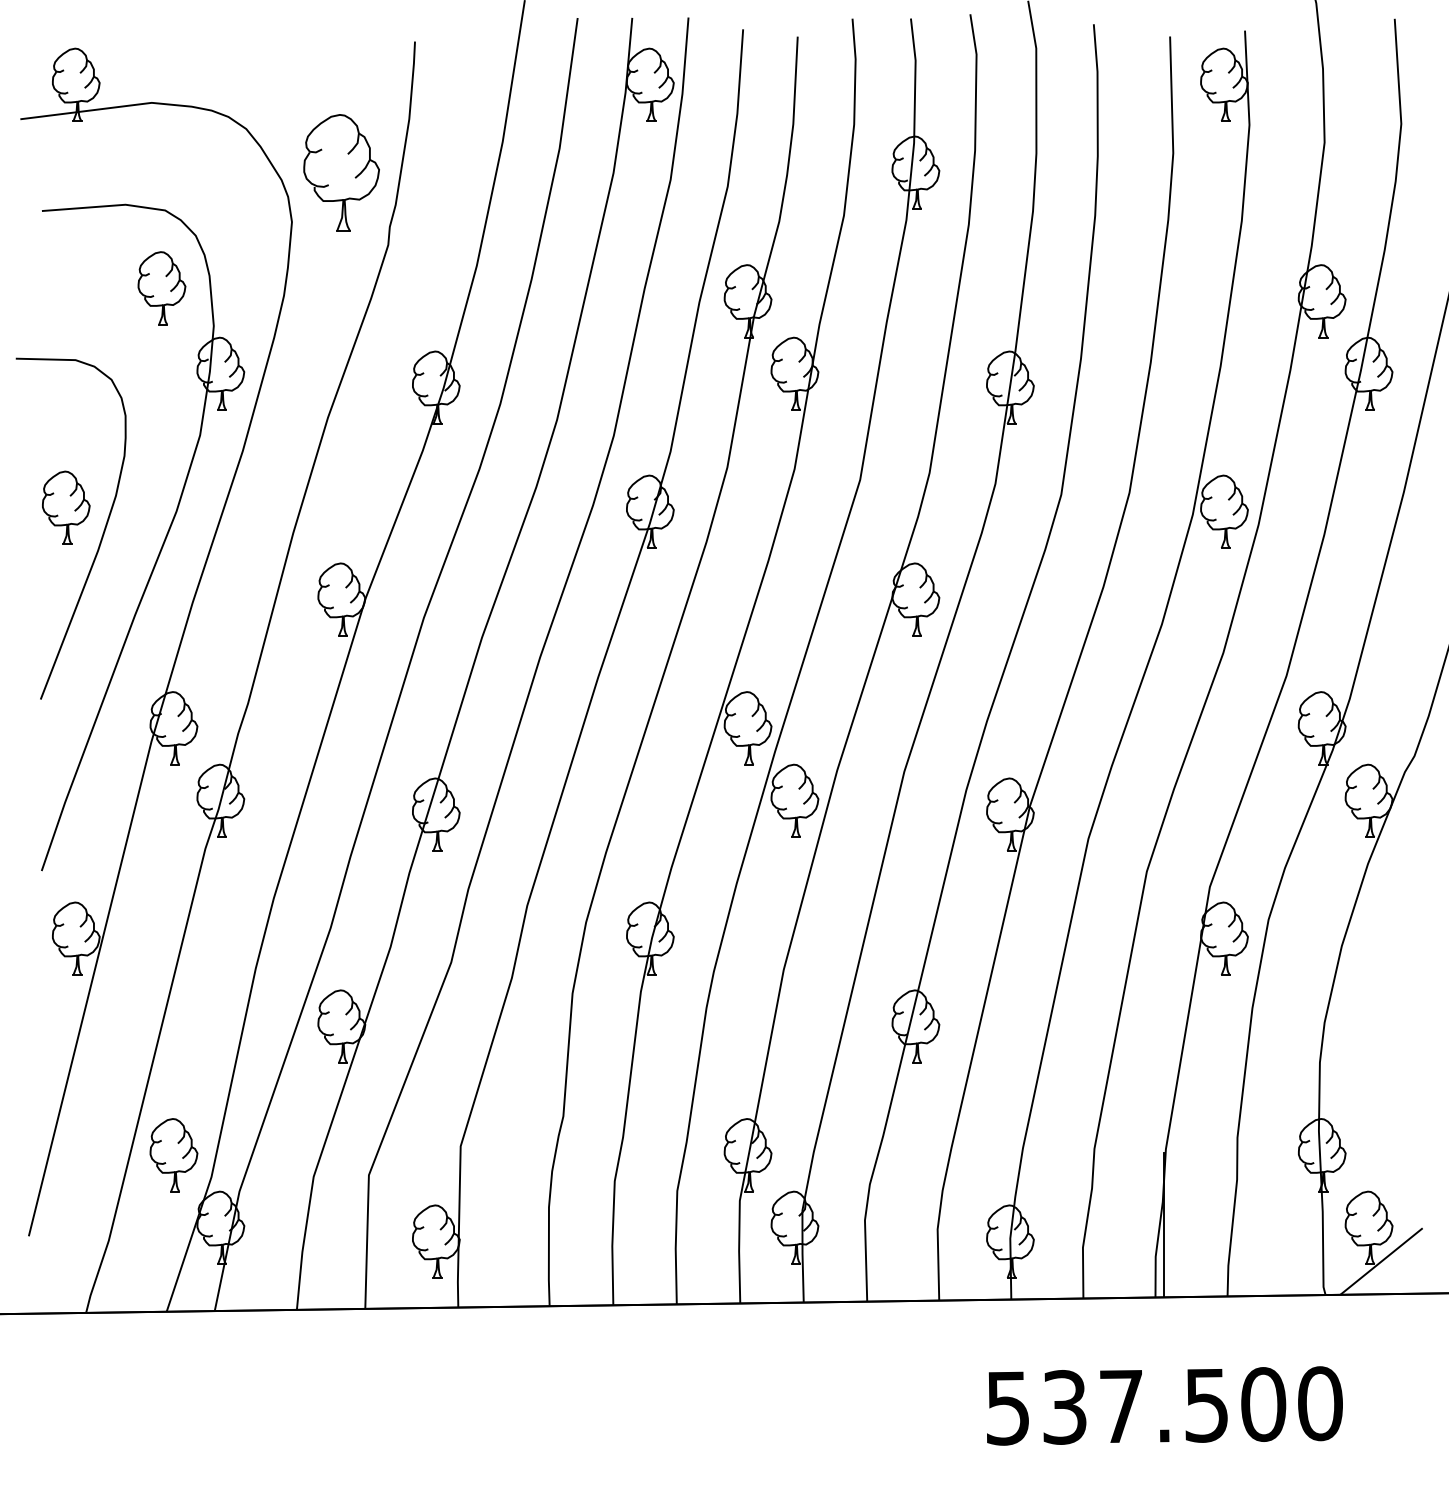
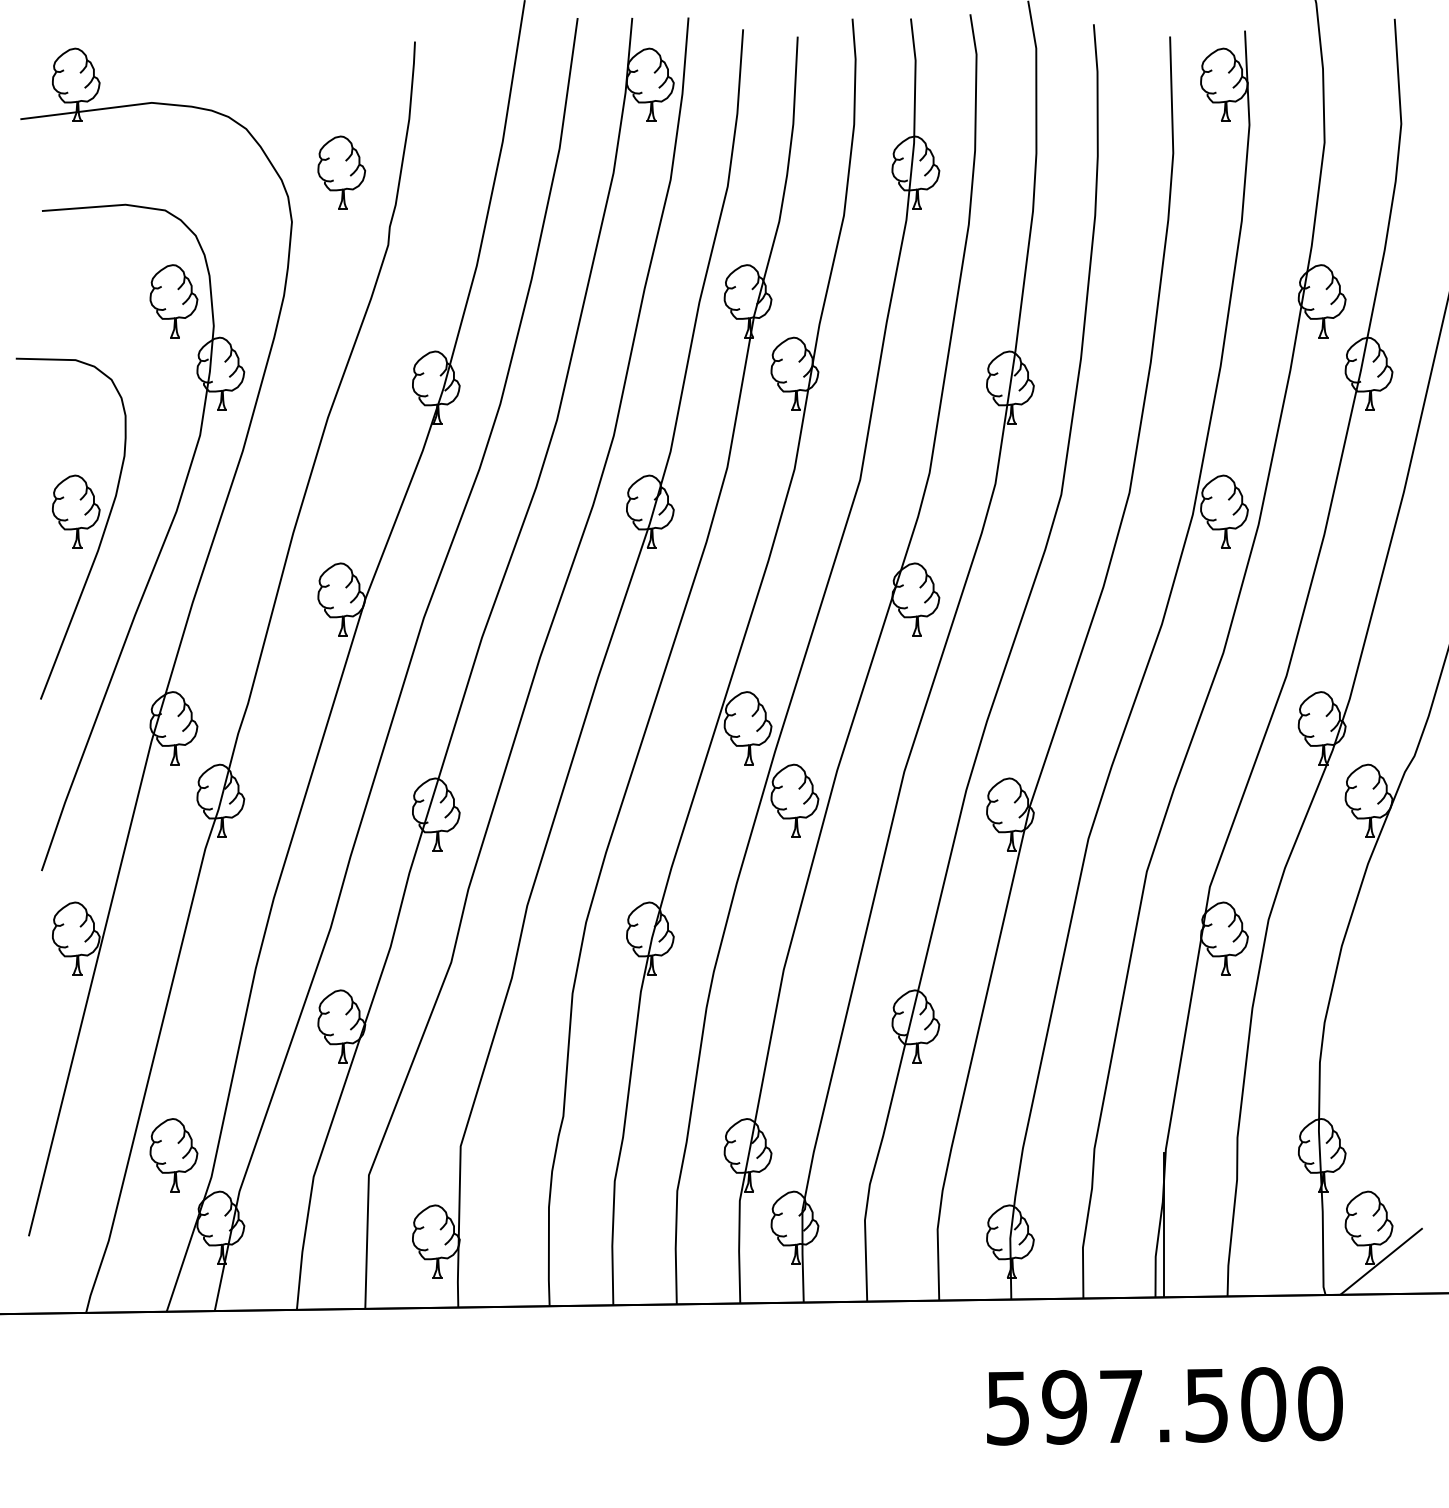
part at (341, 172) size: 77x118 px -> 50x75 px
part at (161, 288) position: (161, 288) -> (173, 301)
part at (66, 507) position: (66, 507) -> (76, 511)
text at (1064, 1407): 537.500 -> 597.500
